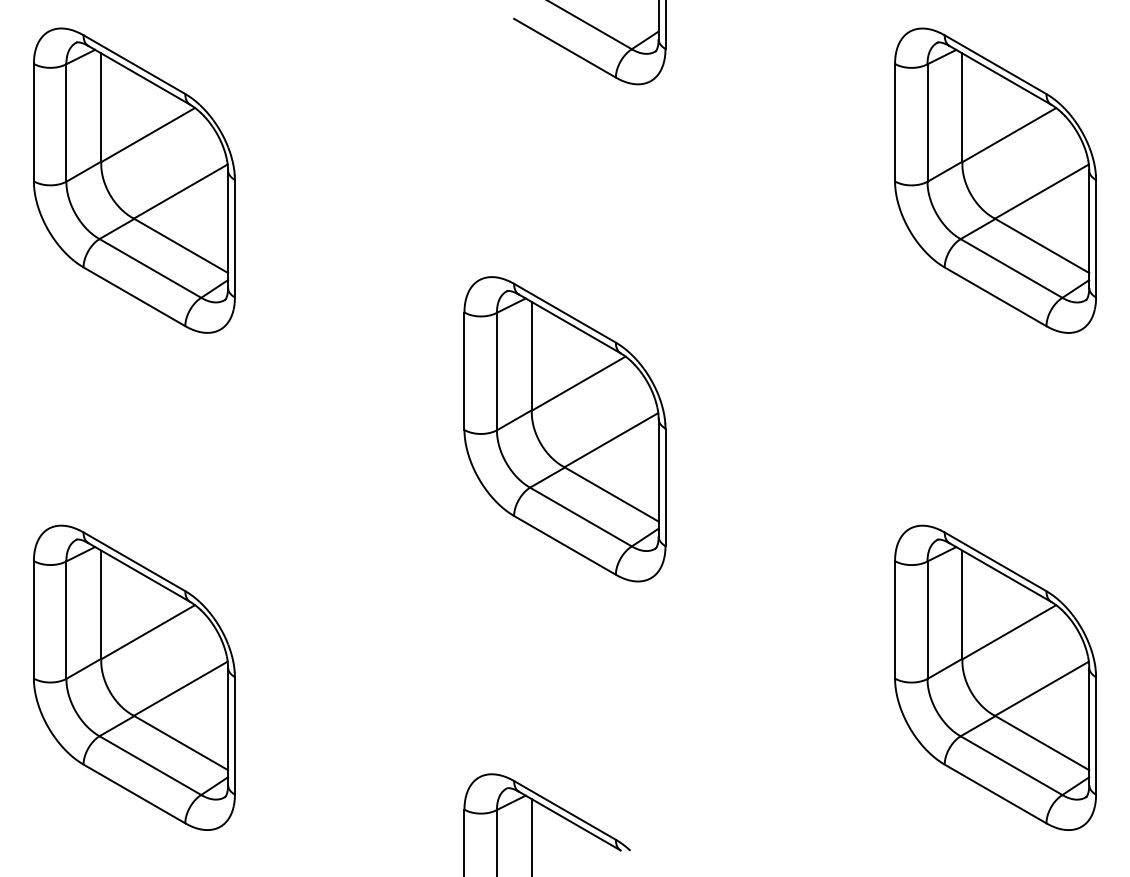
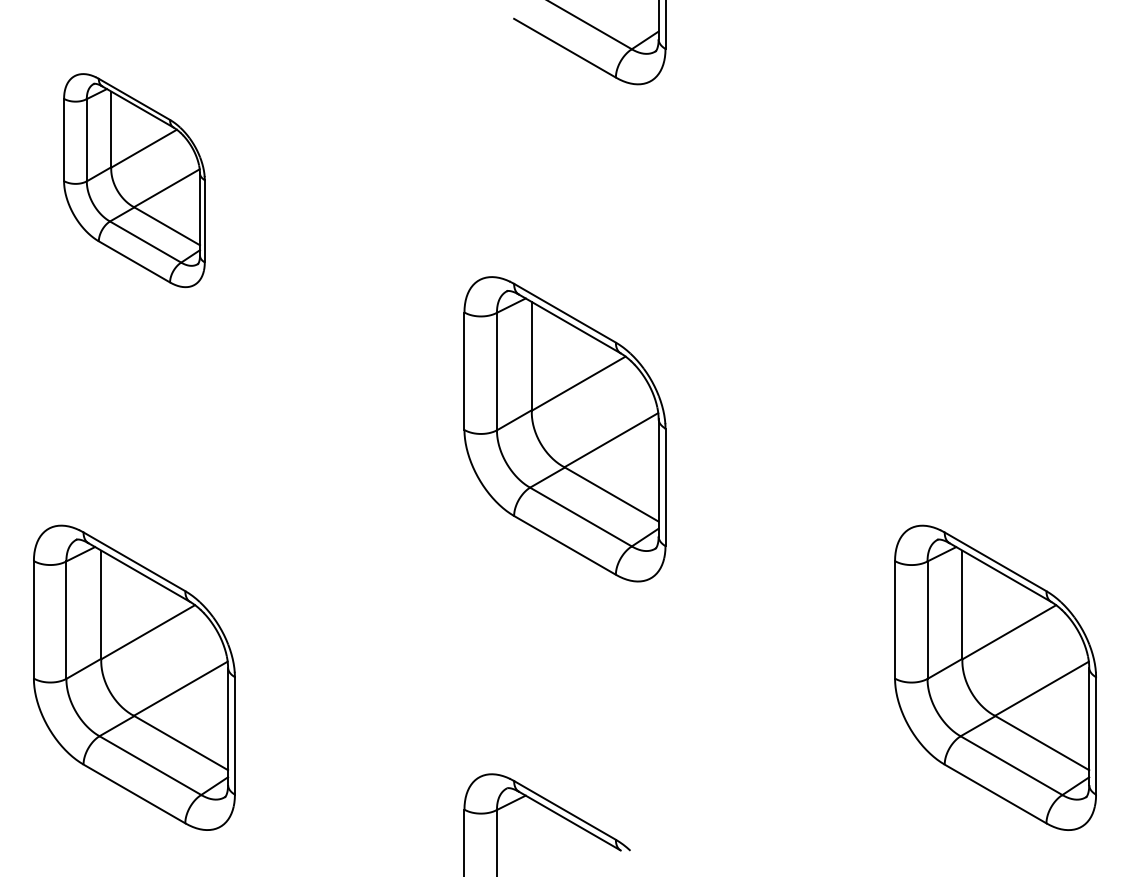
part at (134, 180) size: 203x307 px -> 143x216 px
part at (995, 180): present -> none
line at (531, 836): present -> none
